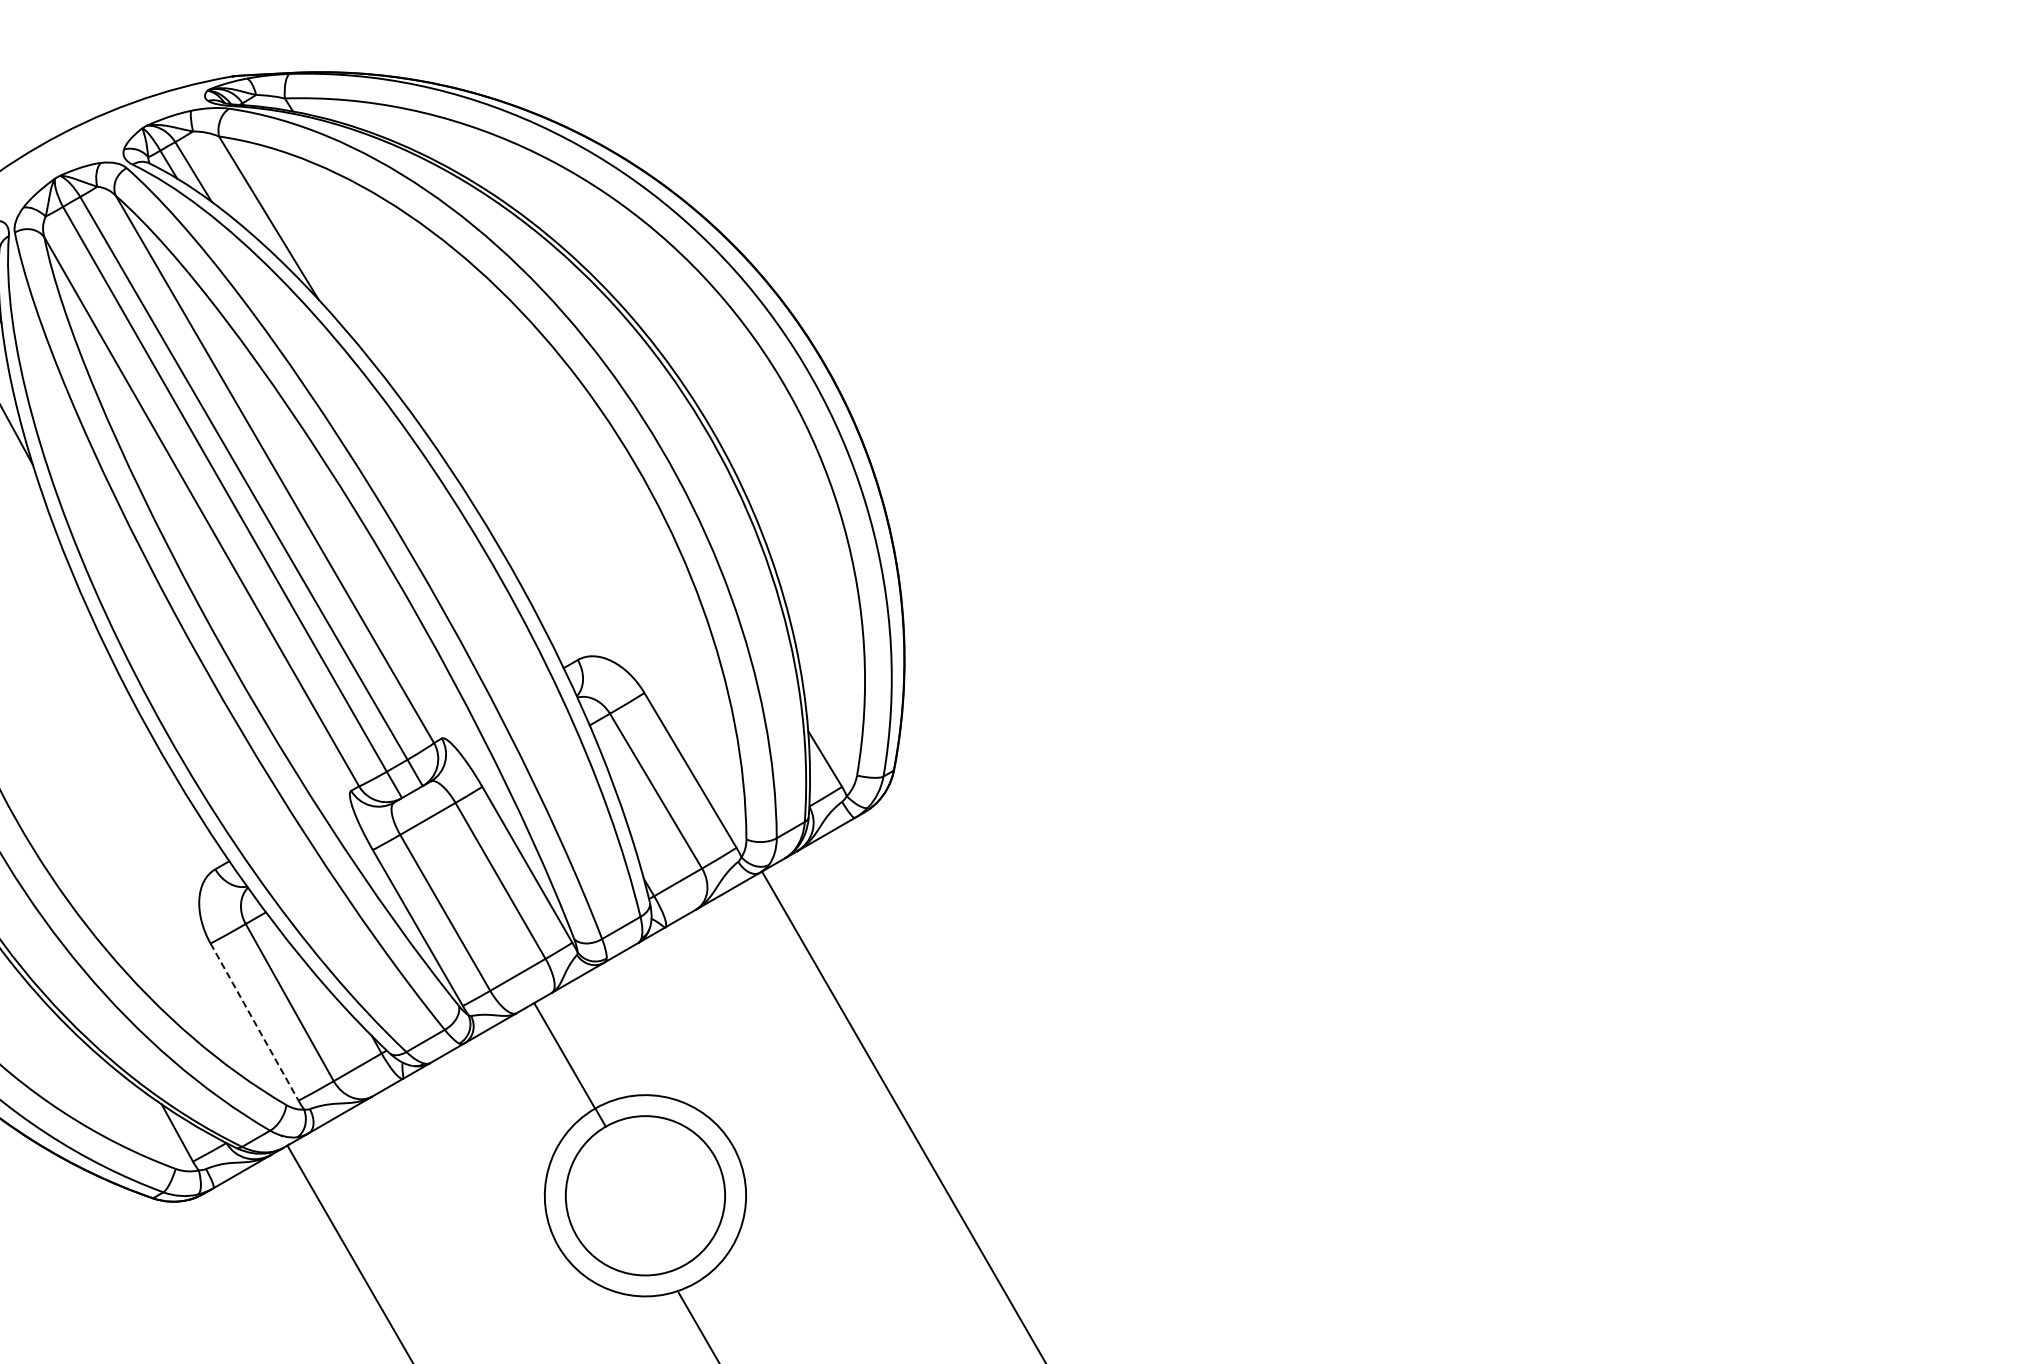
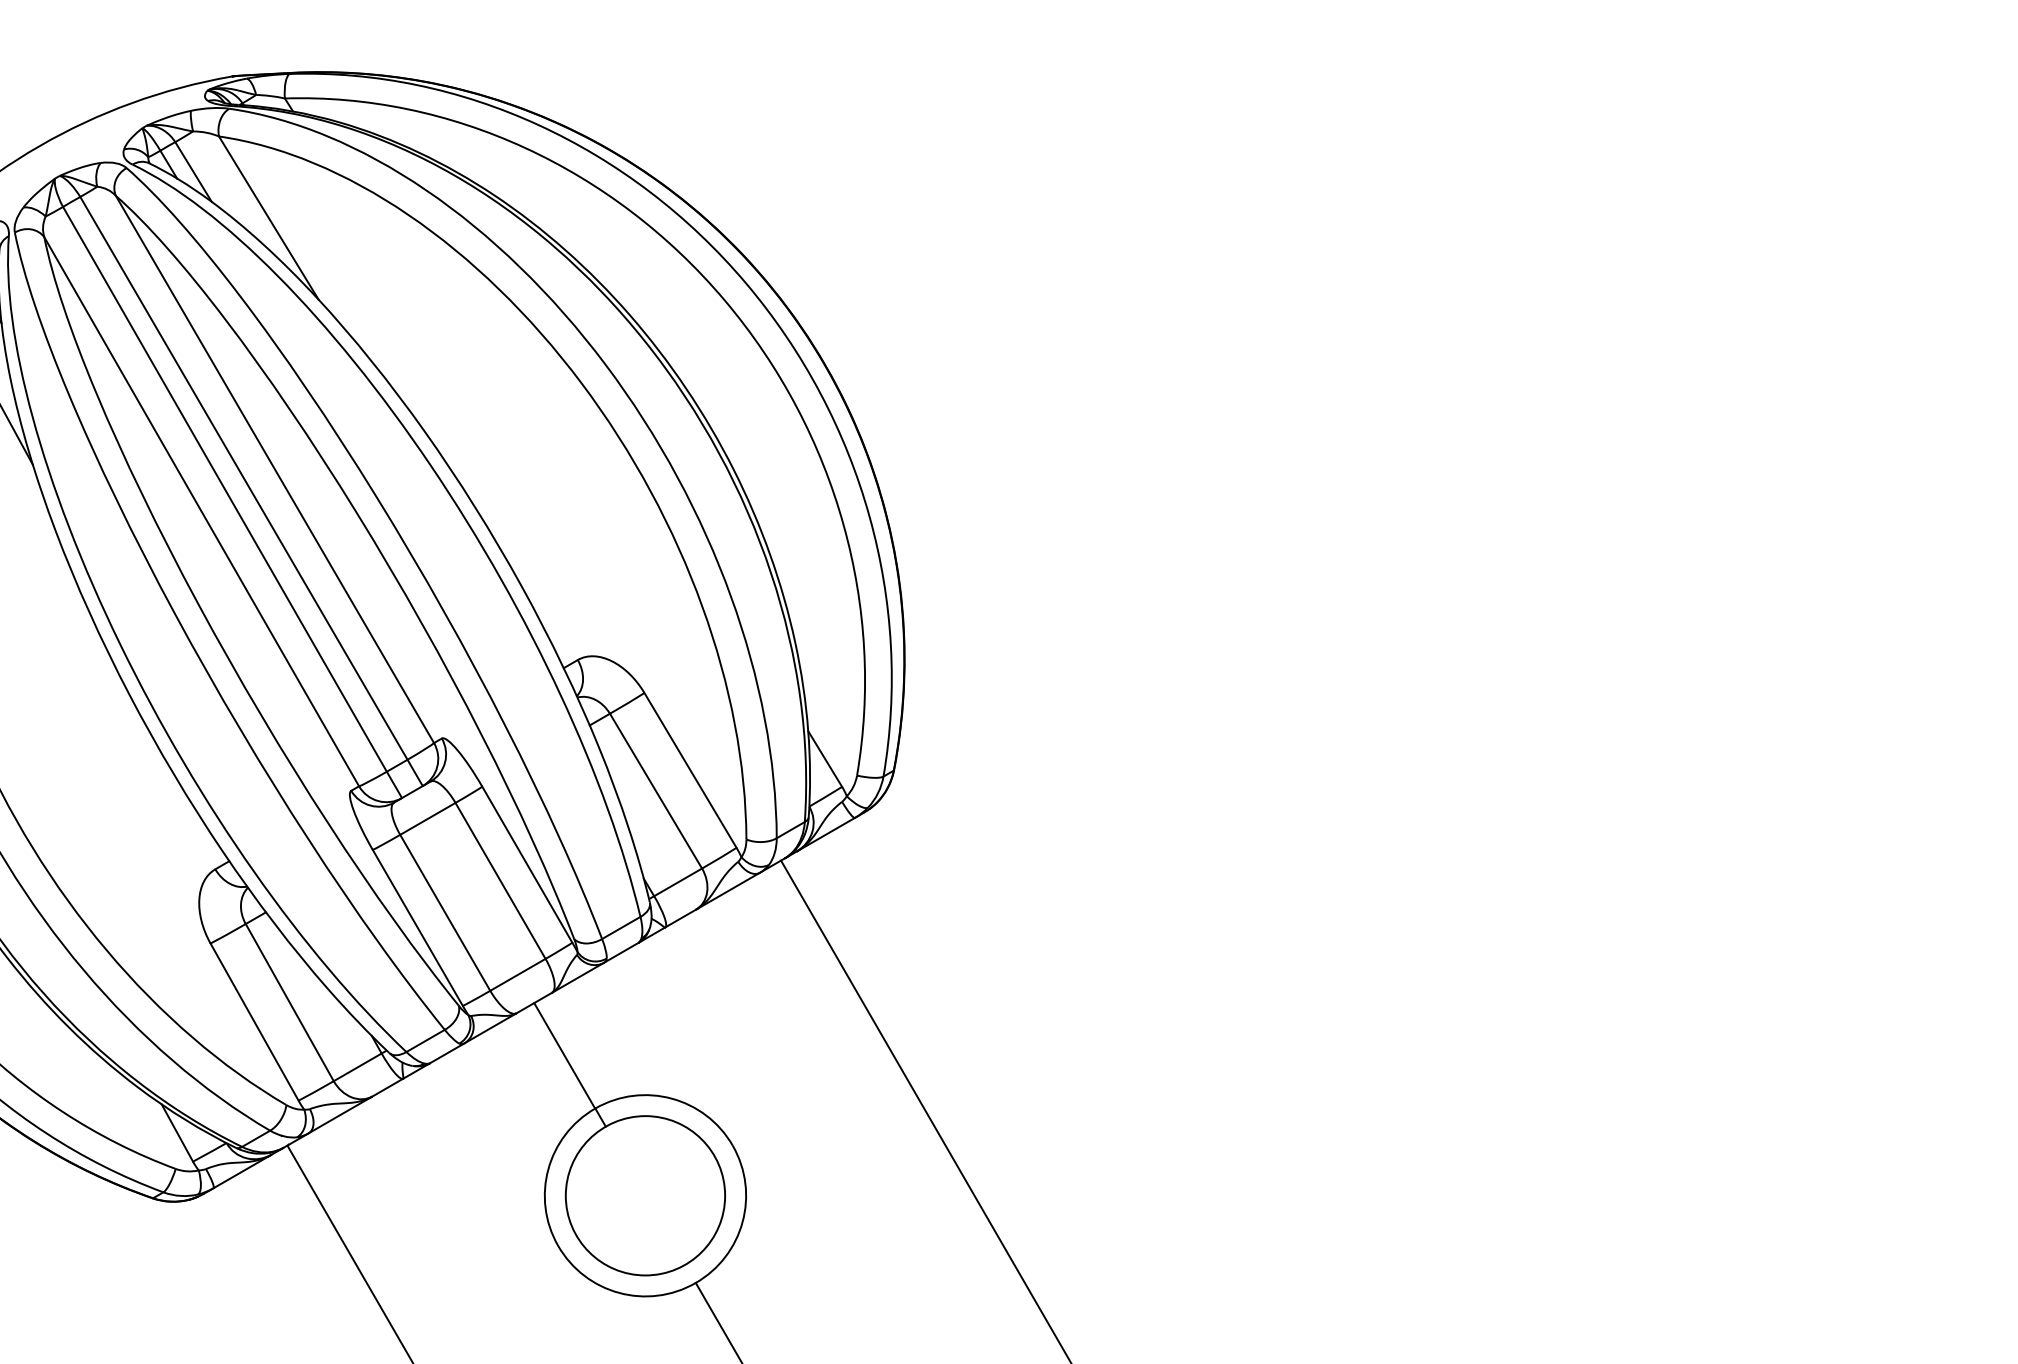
line at (254, 1022): dashed -> solid
line at (903, 1115) position: (903, 1115) -> (925, 1110)
line at (697, 1326) position: (697, 1326) -> (717, 1321)
